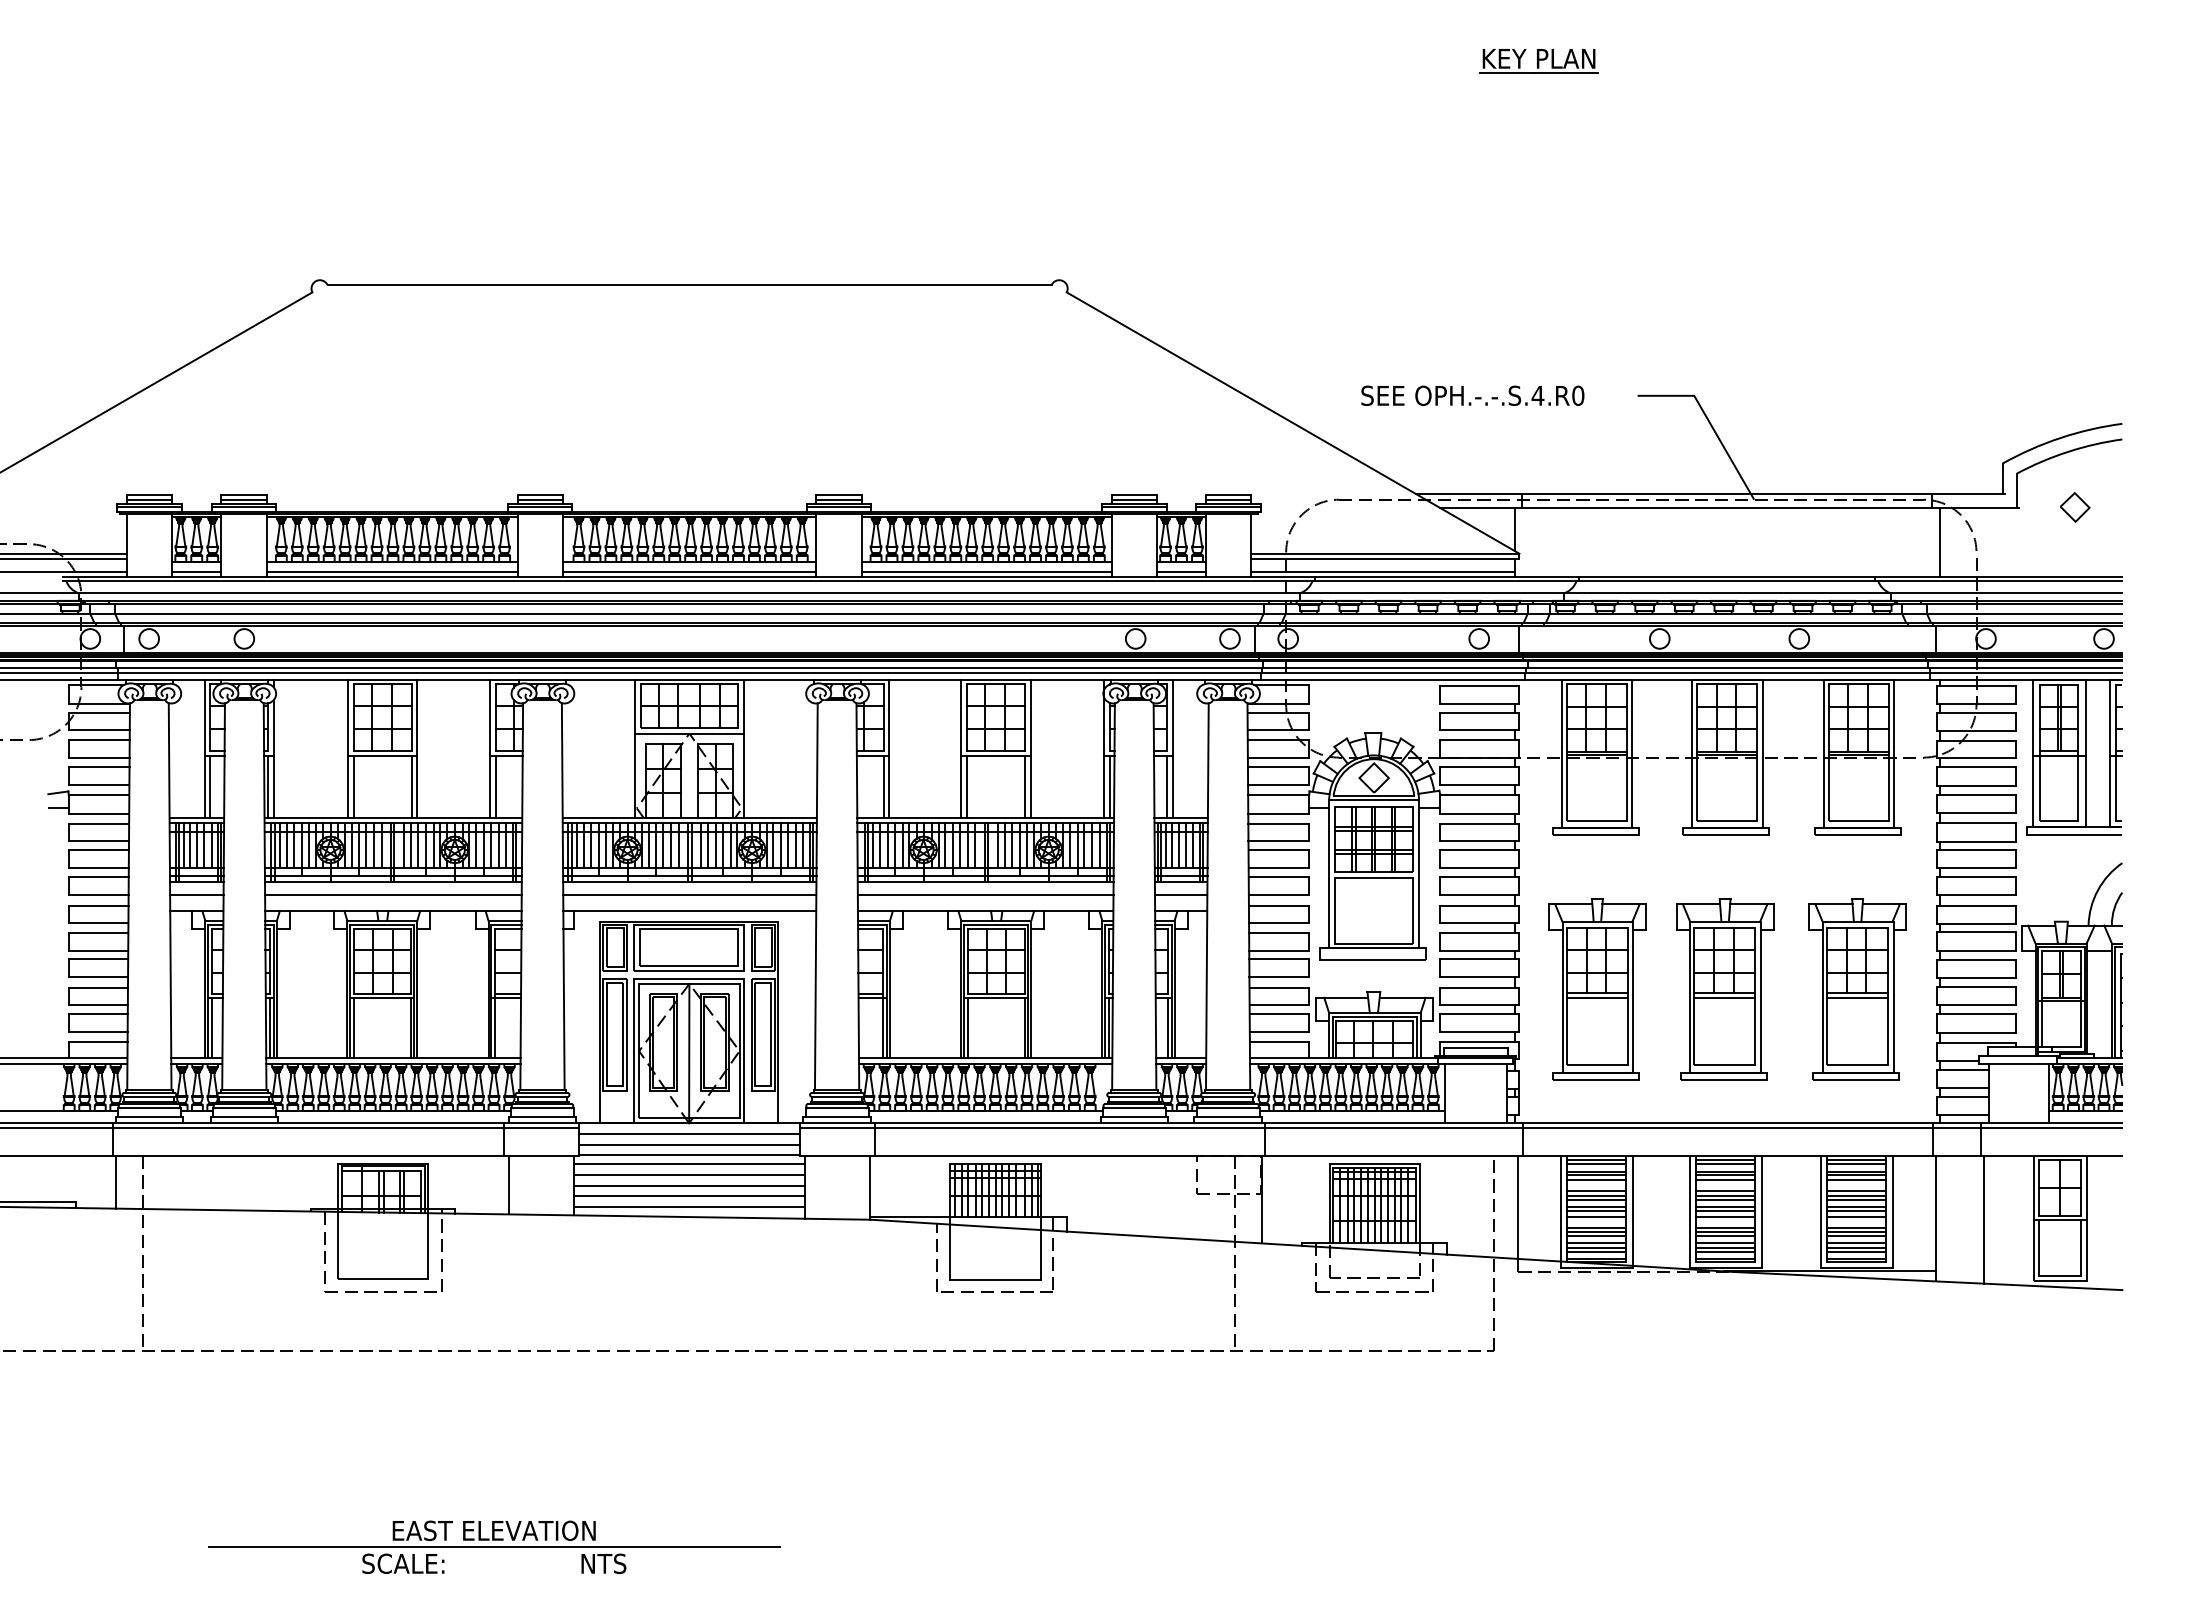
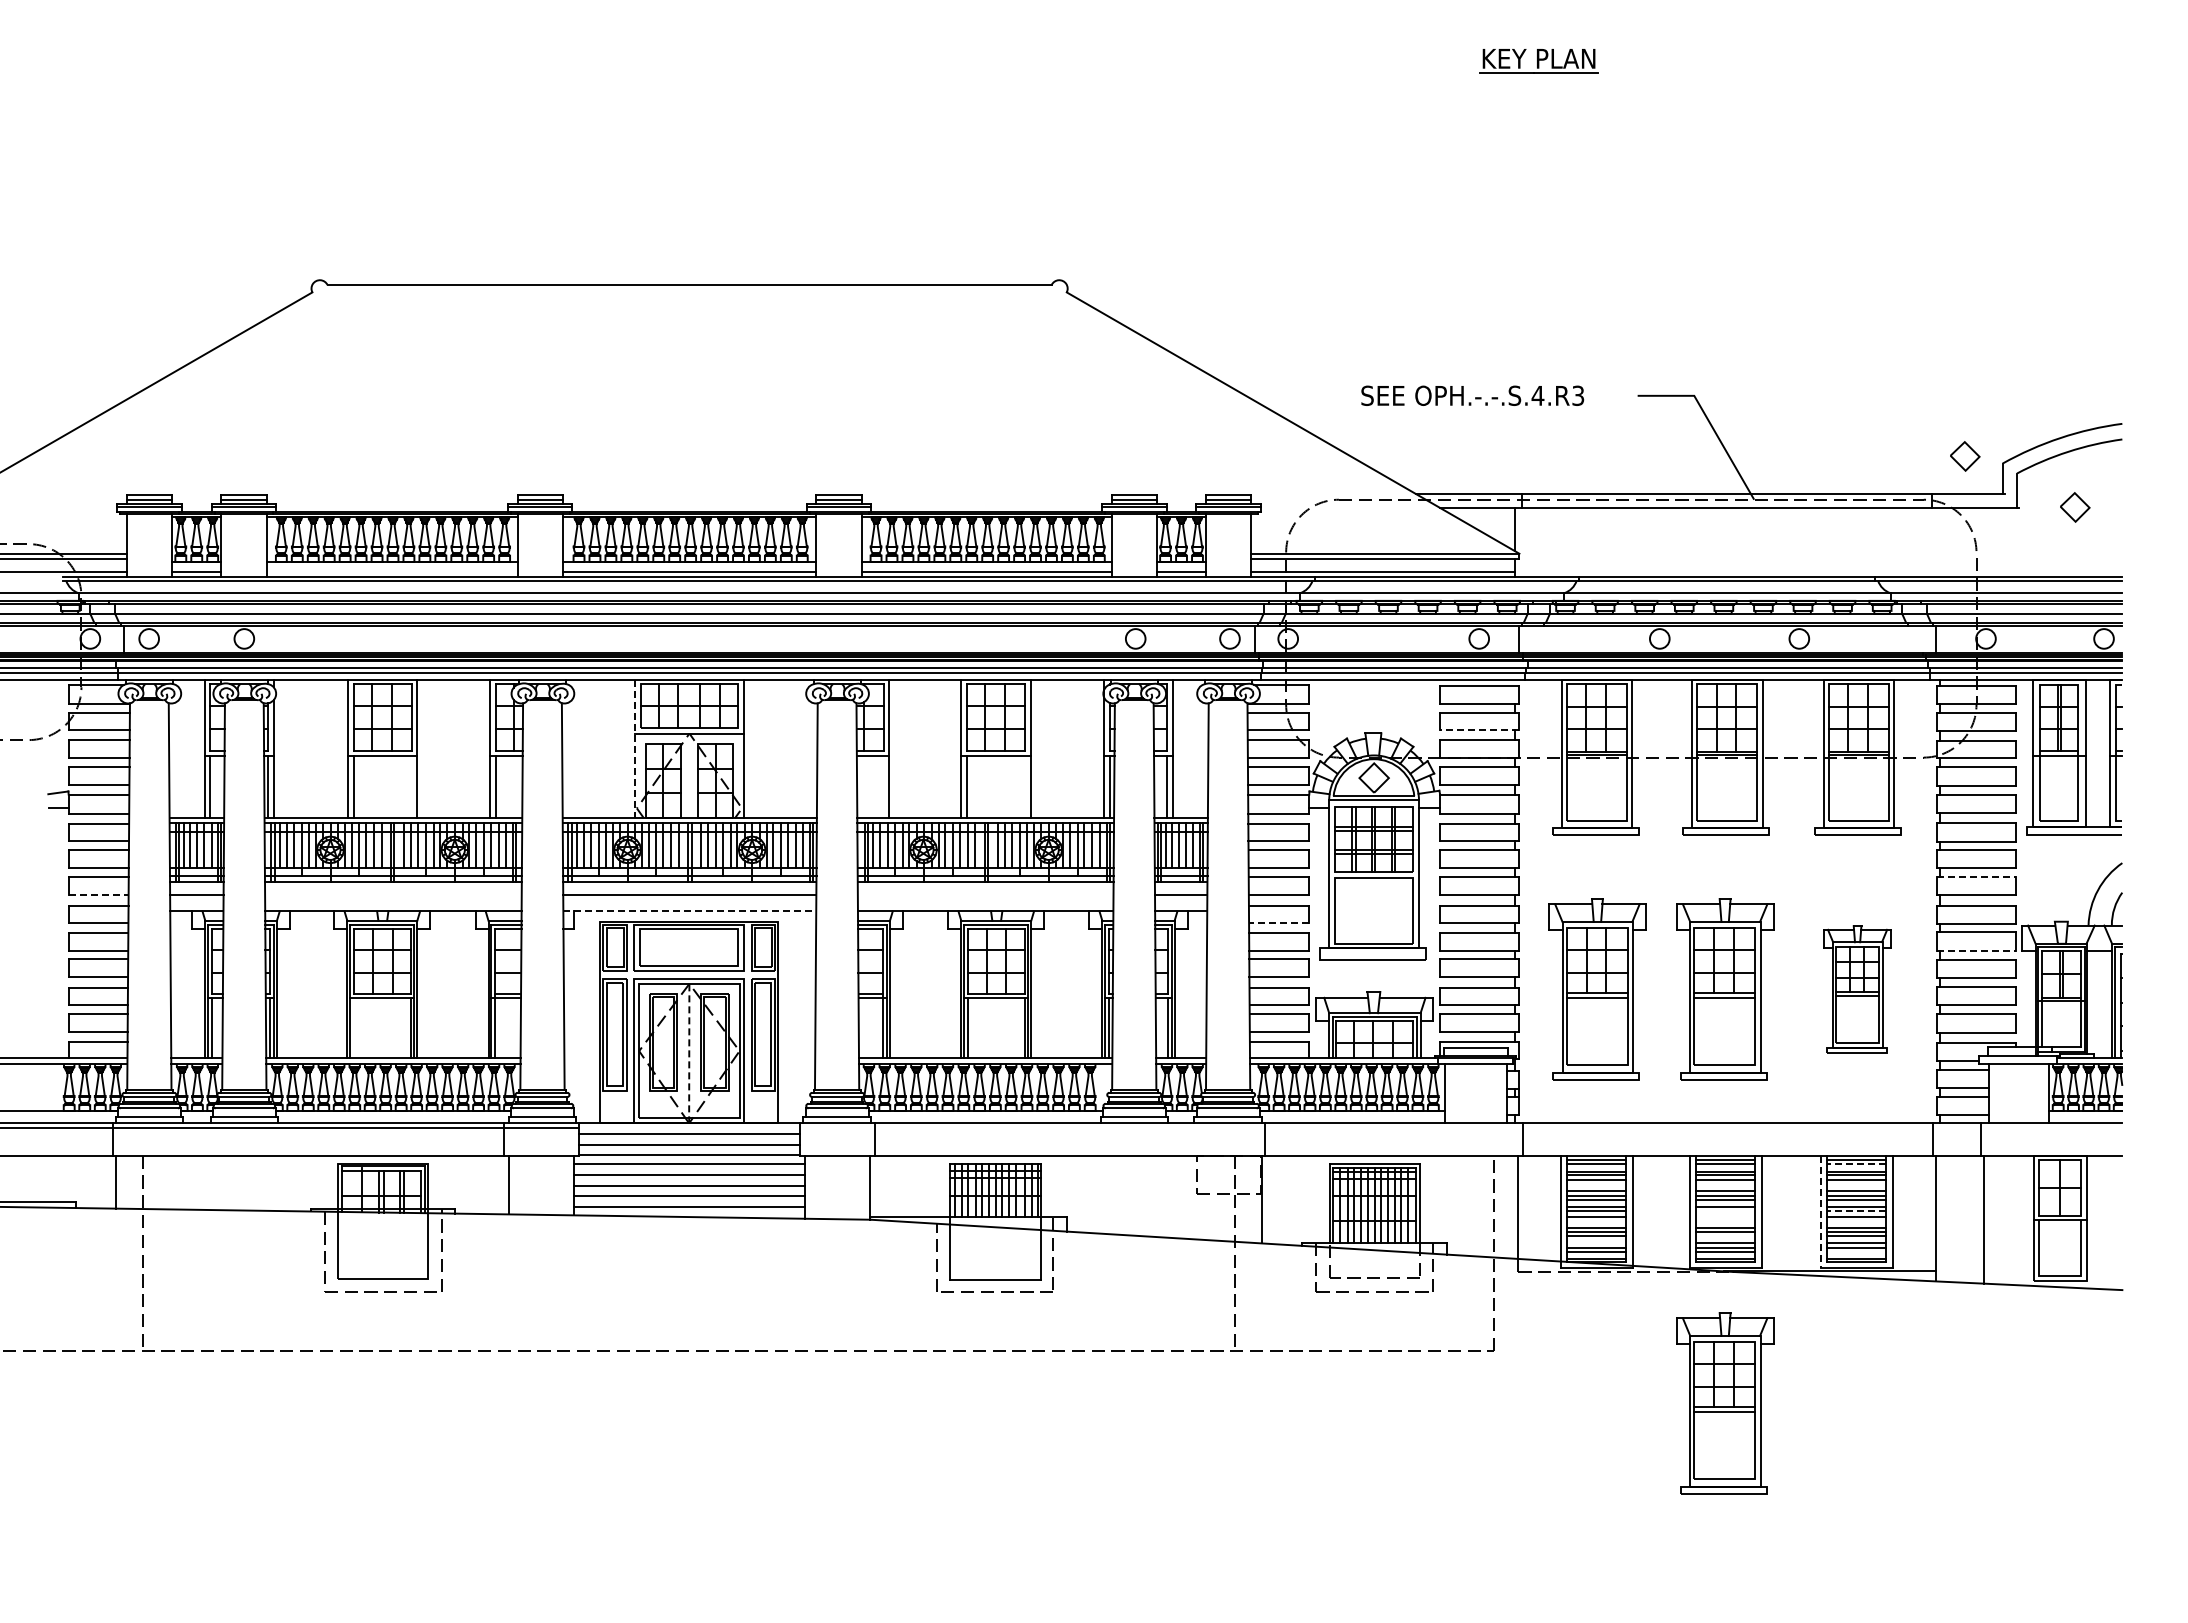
text at (1578, 395): OPH.-.-.S.4.R0 -> OPH.-.-.S.4.R3
part at (1965, 456): none -> present
line at (1940, 542): present -> none
line at (391, 572): present -> none
line at (1478, 730): solid -> dashed
line at (634, 749): solid -> dashed
line at (411, 786): present -> none
line at (883, 786): present -> none
line at (1024, 786): present -> none
line at (1976, 877): solid -> dashed
line at (98, 895): solid -> dashed
line at (393, 895): present -> none
line at (985, 895): present -> none
line at (690, 911): solid -> dashed
line at (1278, 923): solid -> dashed
line at (1976, 951): solid -> dashed
part at (1857, 989) size: 99x183 px -> 69x129 px
line at (354, 1028): present -> none
line at (689, 1053): solid -> dashed
line at (1461, 1128): present -> none
line at (1856, 1164): solid -> dashed
line at (1725, 1211): present -> none
line at (1821, 1211): solid -> dashed
line at (1856, 1211): solid -> dashed
line at (1725, 1216): present -> none
line at (1725, 1235): present -> none
line at (1595, 1243): present -> none
line at (1856, 1251): present -> none
part at (1725, 1403): none -> present
part at (494, 1546): present -> none
